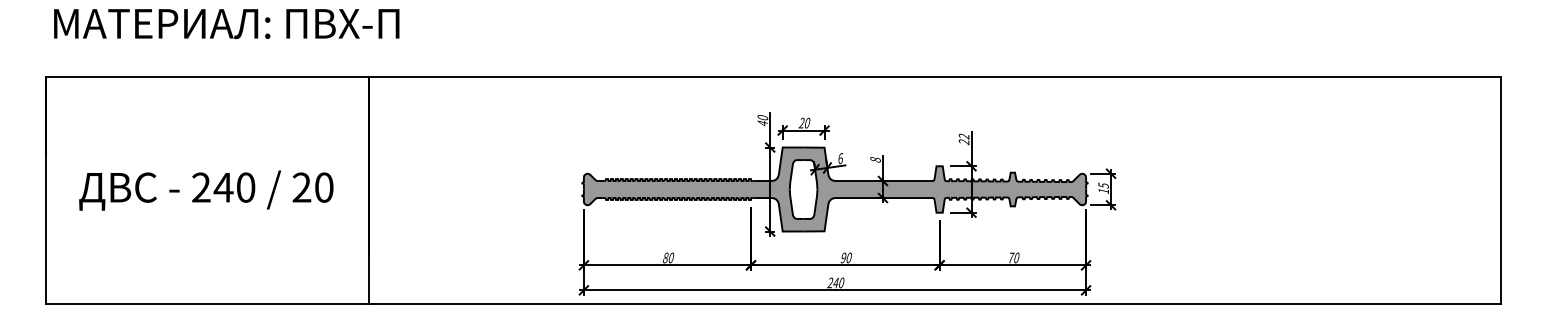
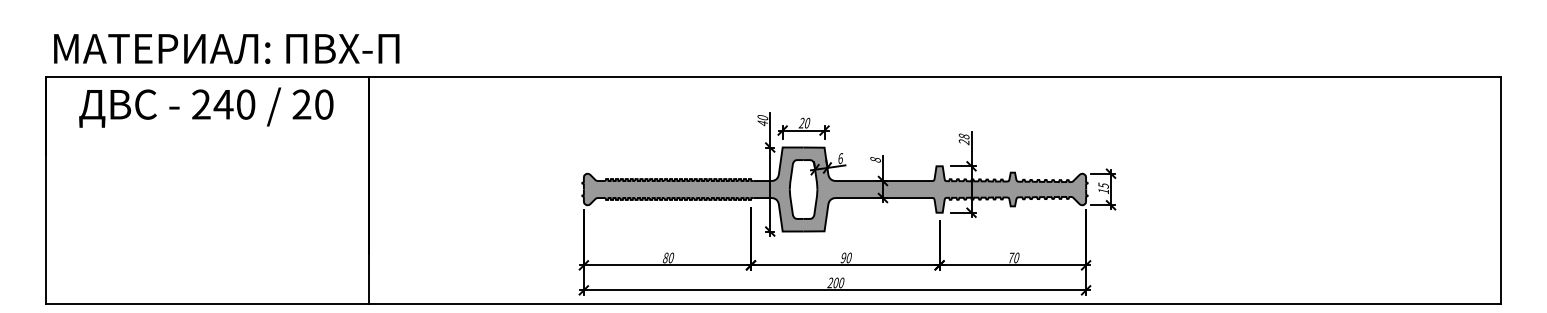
text at (226, 23) position: (226, 23) -> (226, 48)
text at (964, 136): 22 -> 28
text at (206, 190) position: (206, 190) -> (206, 107)
text at (835, 282): 240 -> 200
